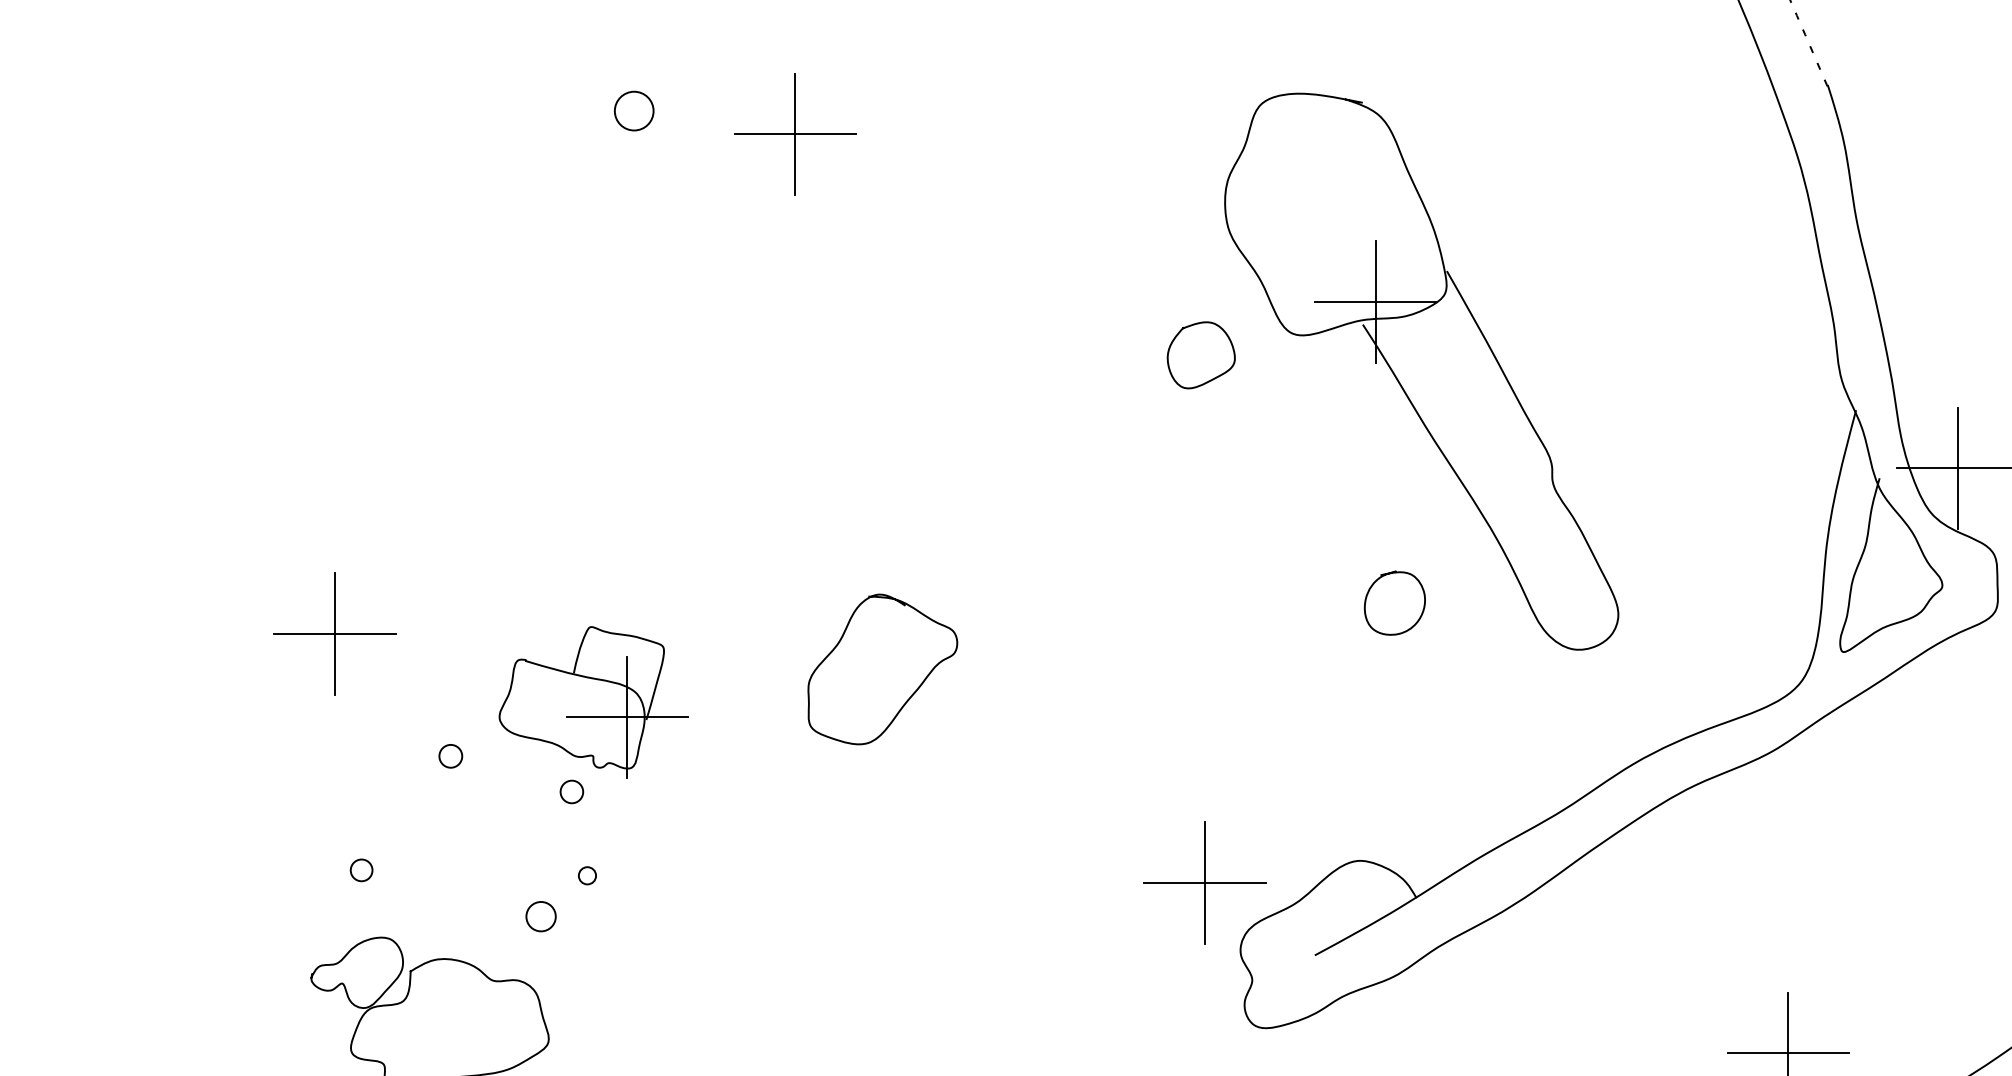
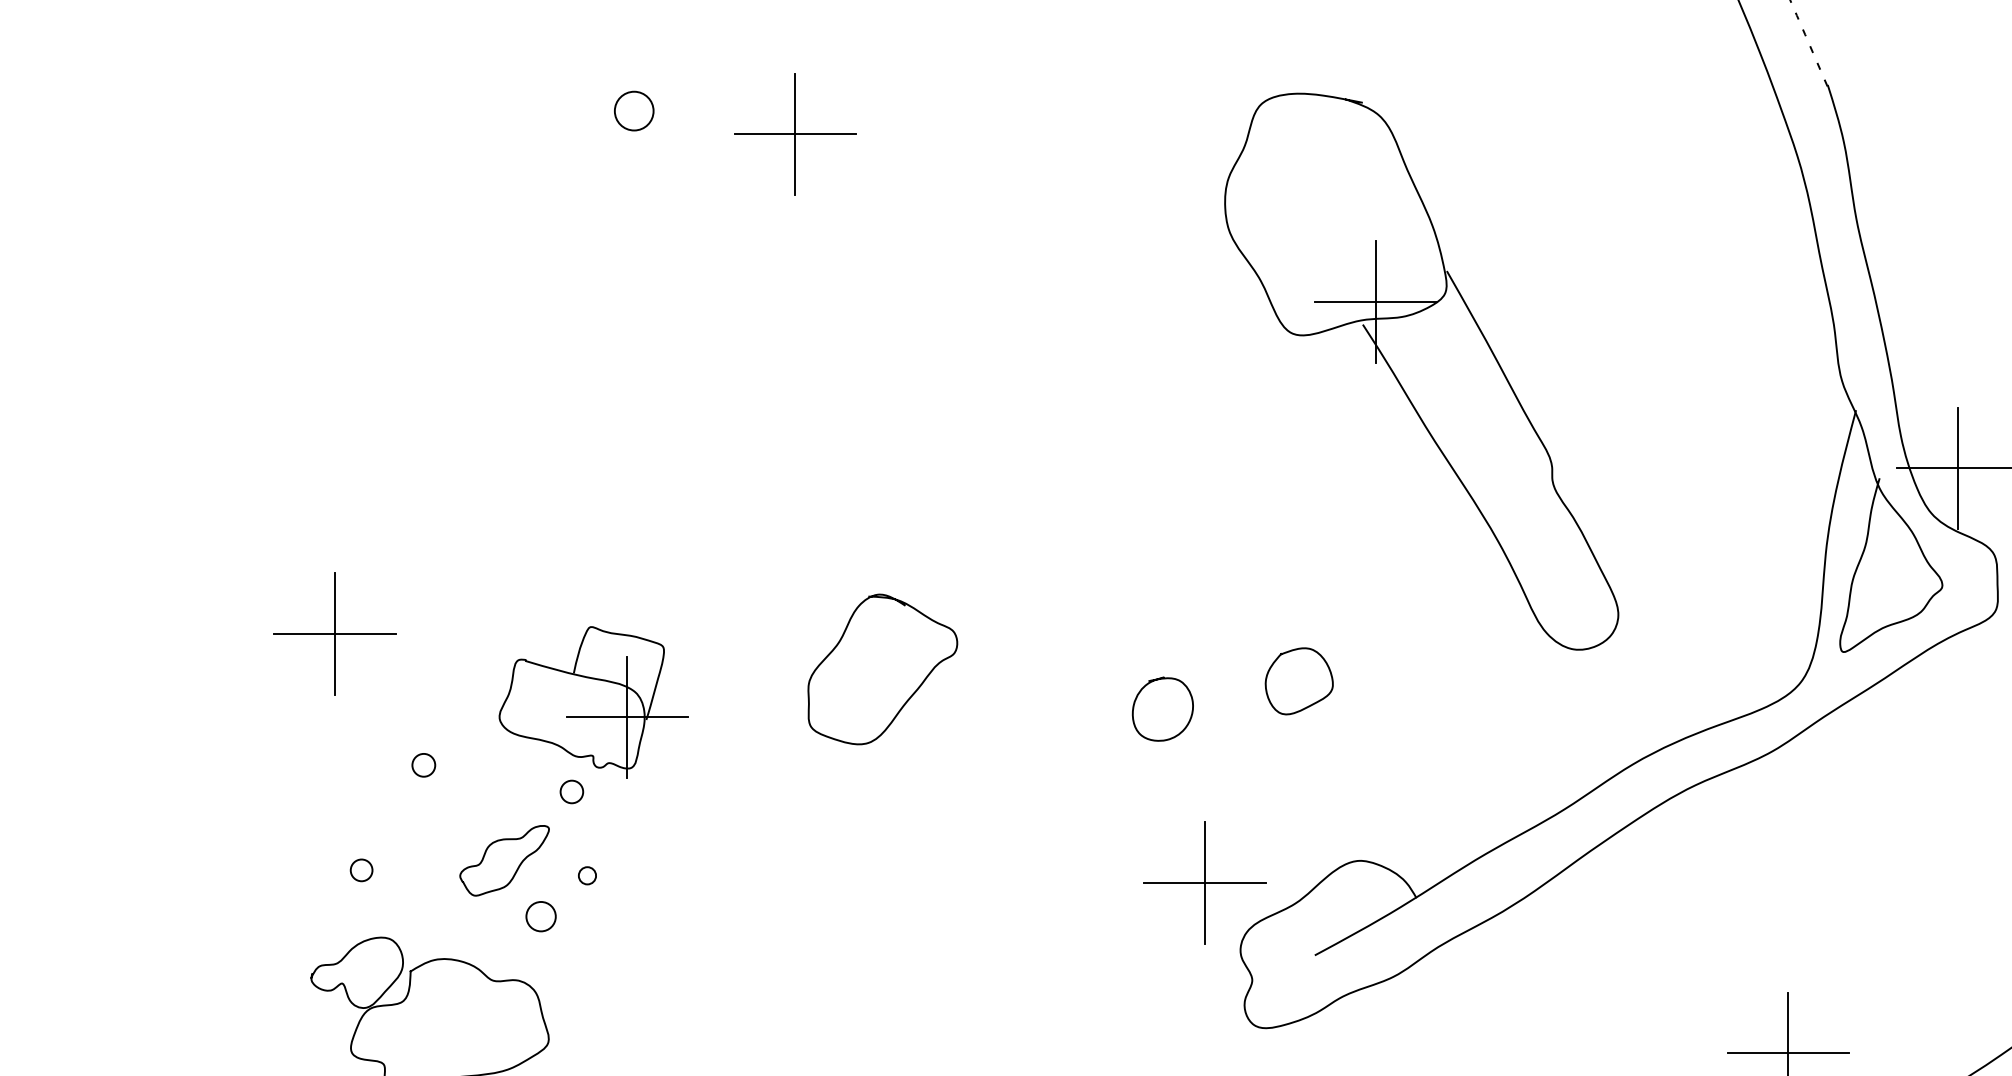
curve at (1212, 378) position: (1212, 378) -> (1310, 704)
curve at (1371, 588) position: (1371, 588) -> (1139, 694)
circle at (450, 756) position: (450, 756) -> (423, 765)
curve at (517, 867): none -> present
